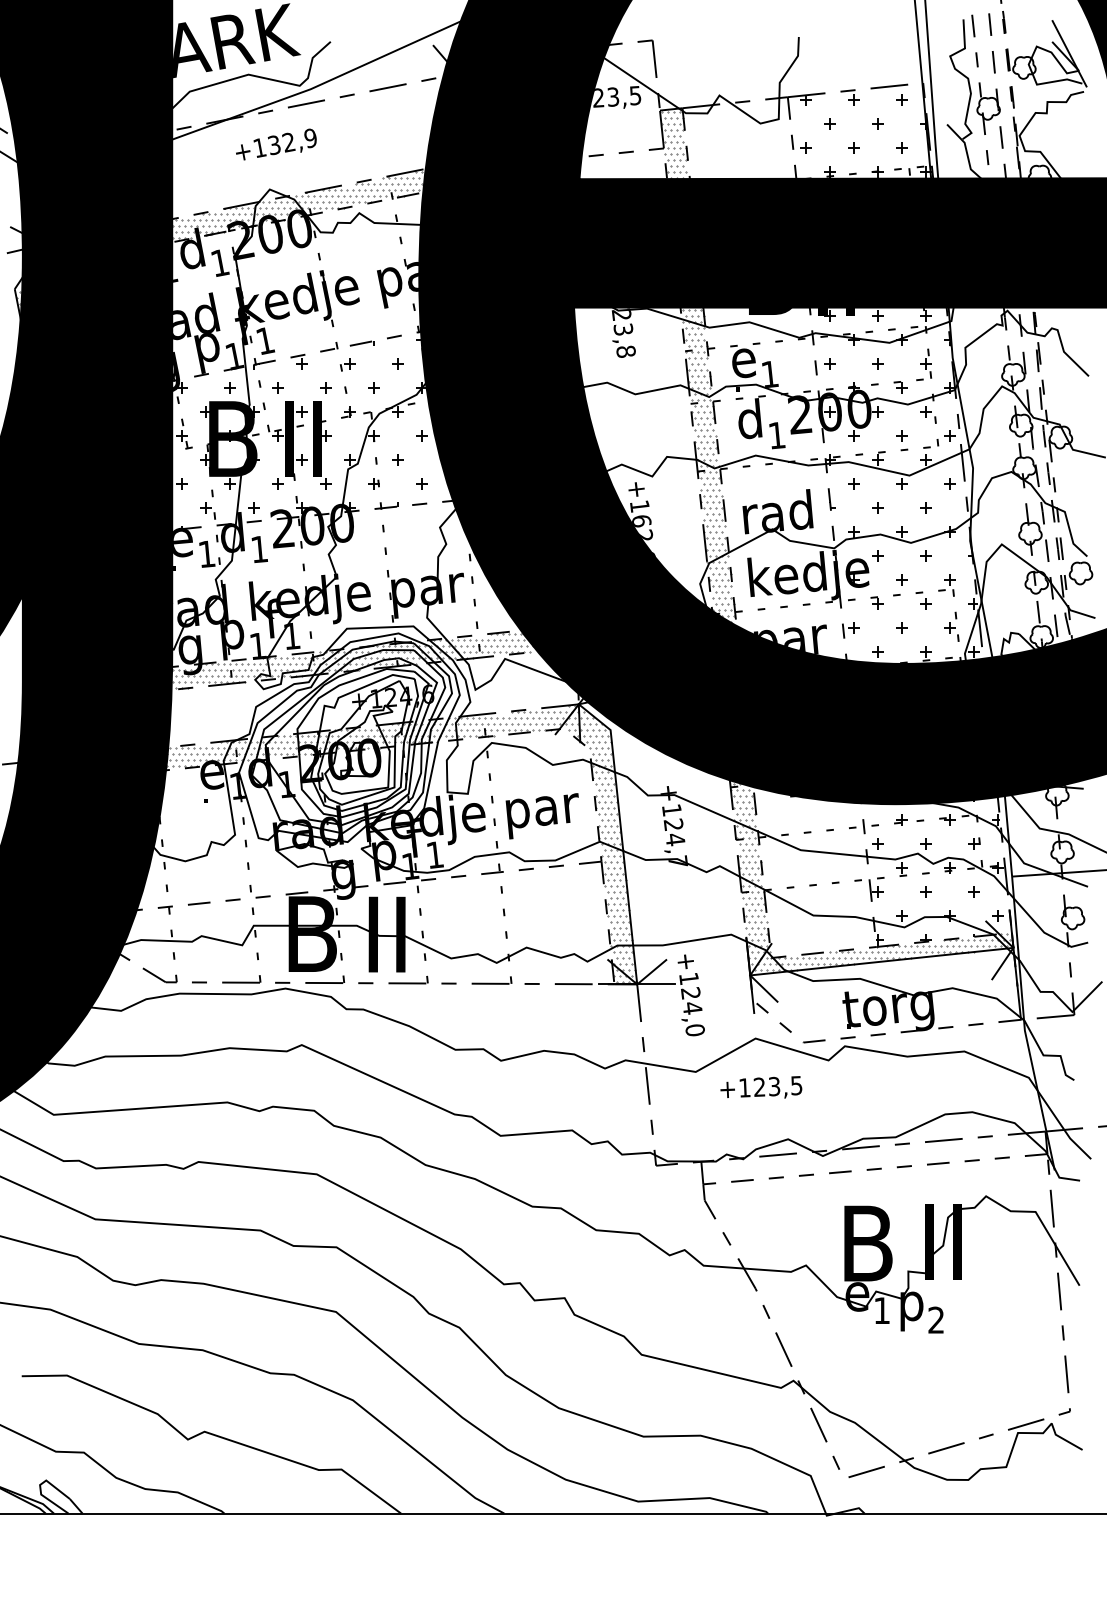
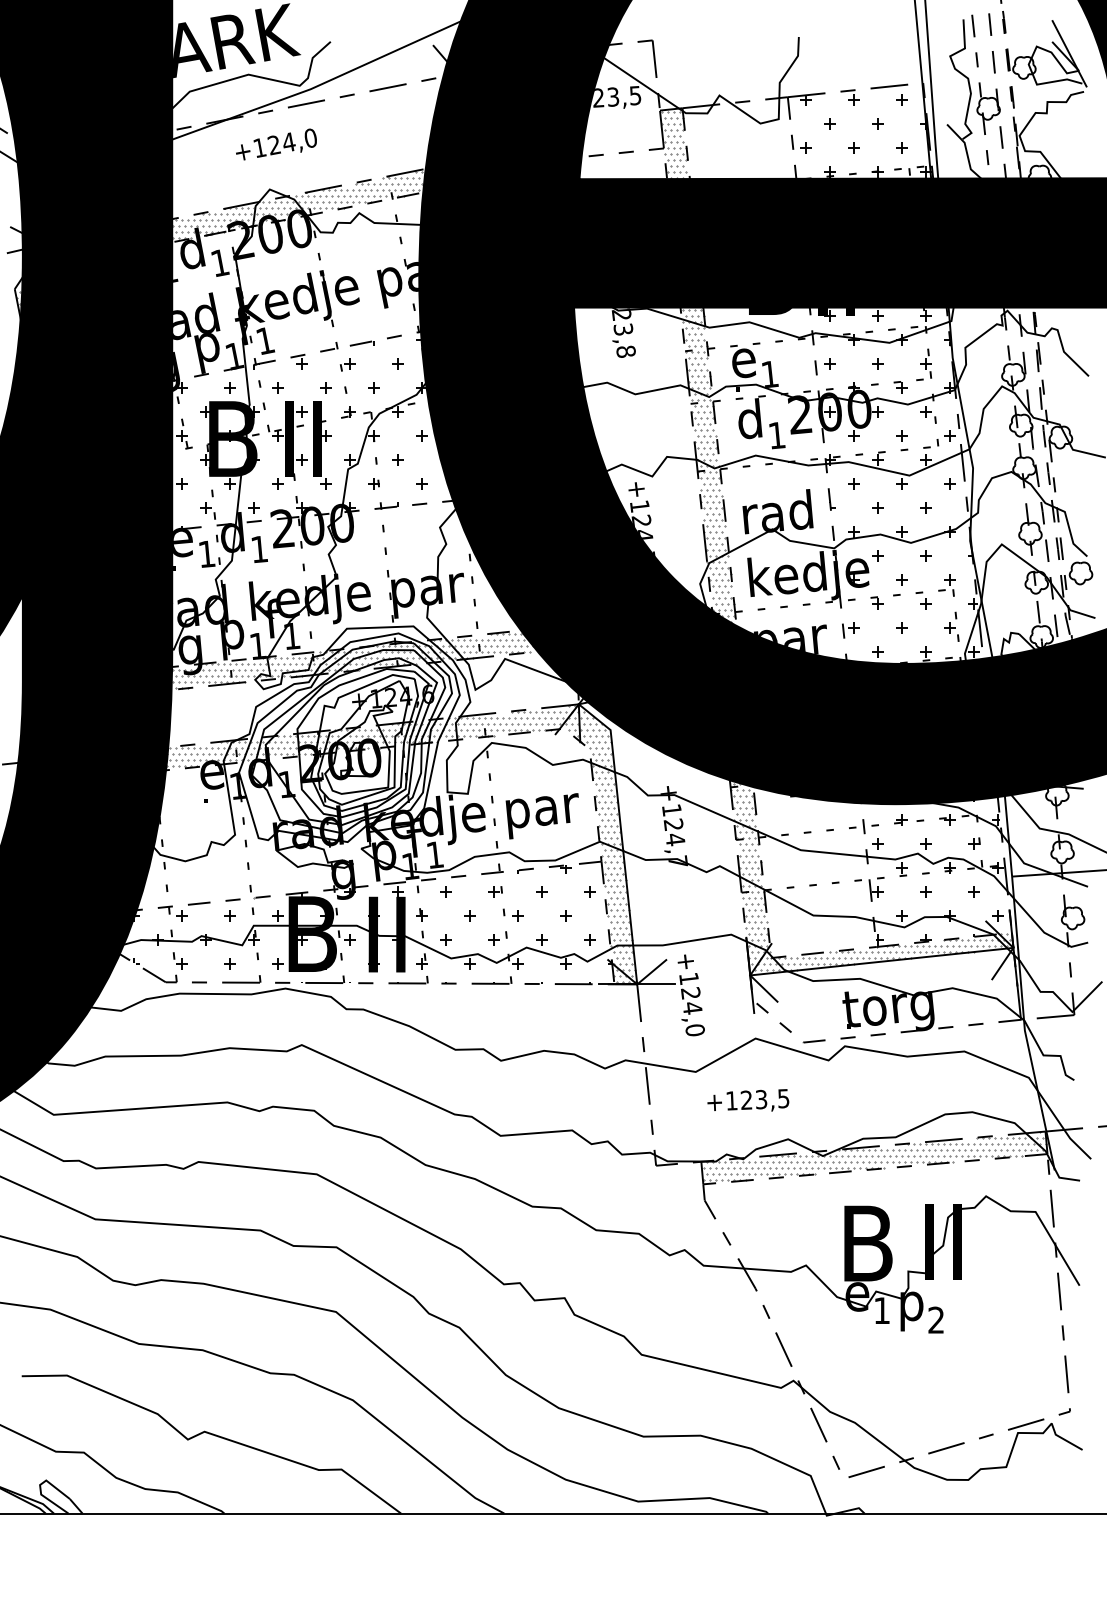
text at (291, 142): +132,9 -> +124,0
text at (643, 534): +162,8 -> +124,7
hatch at (346, 924): none -> present
text at (761, 1087) position: (761, 1087) -> (748, 1100)
hatch at (875, 1156): none -> present
